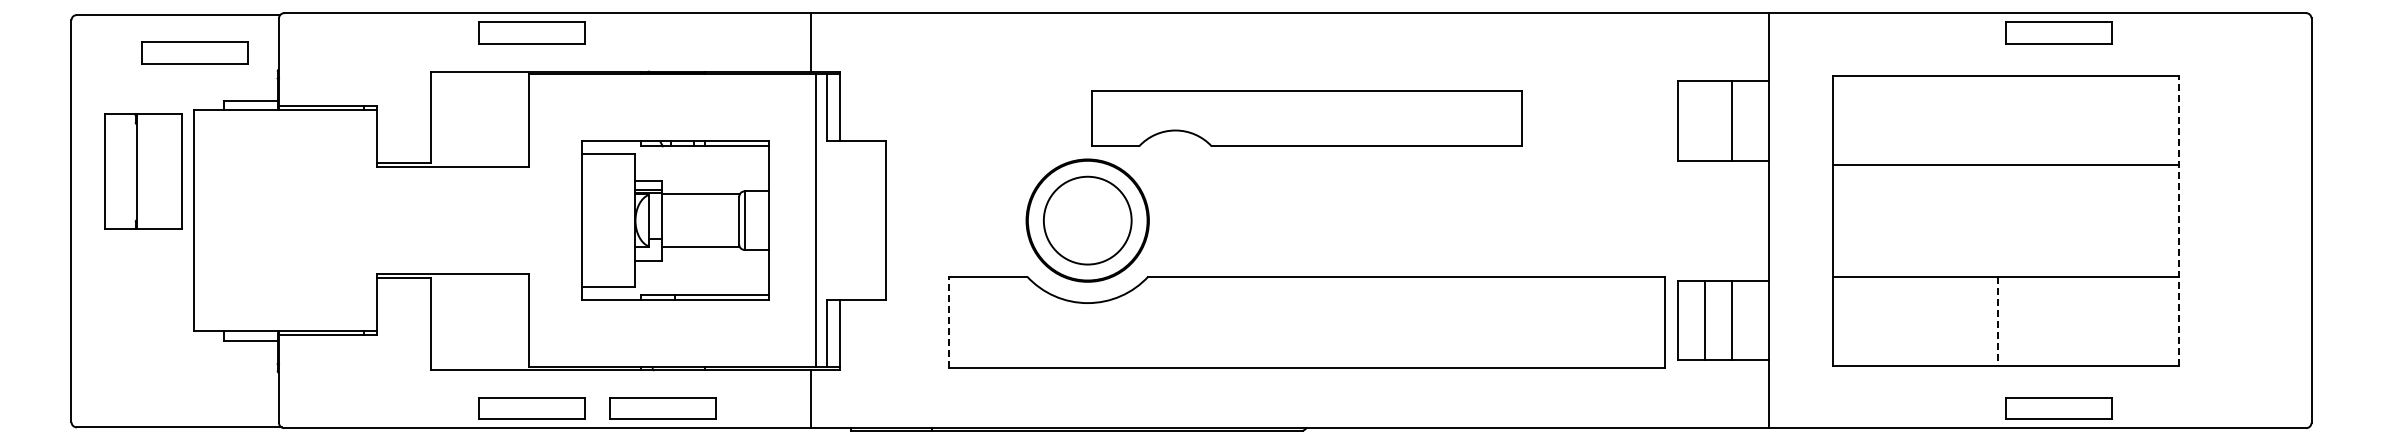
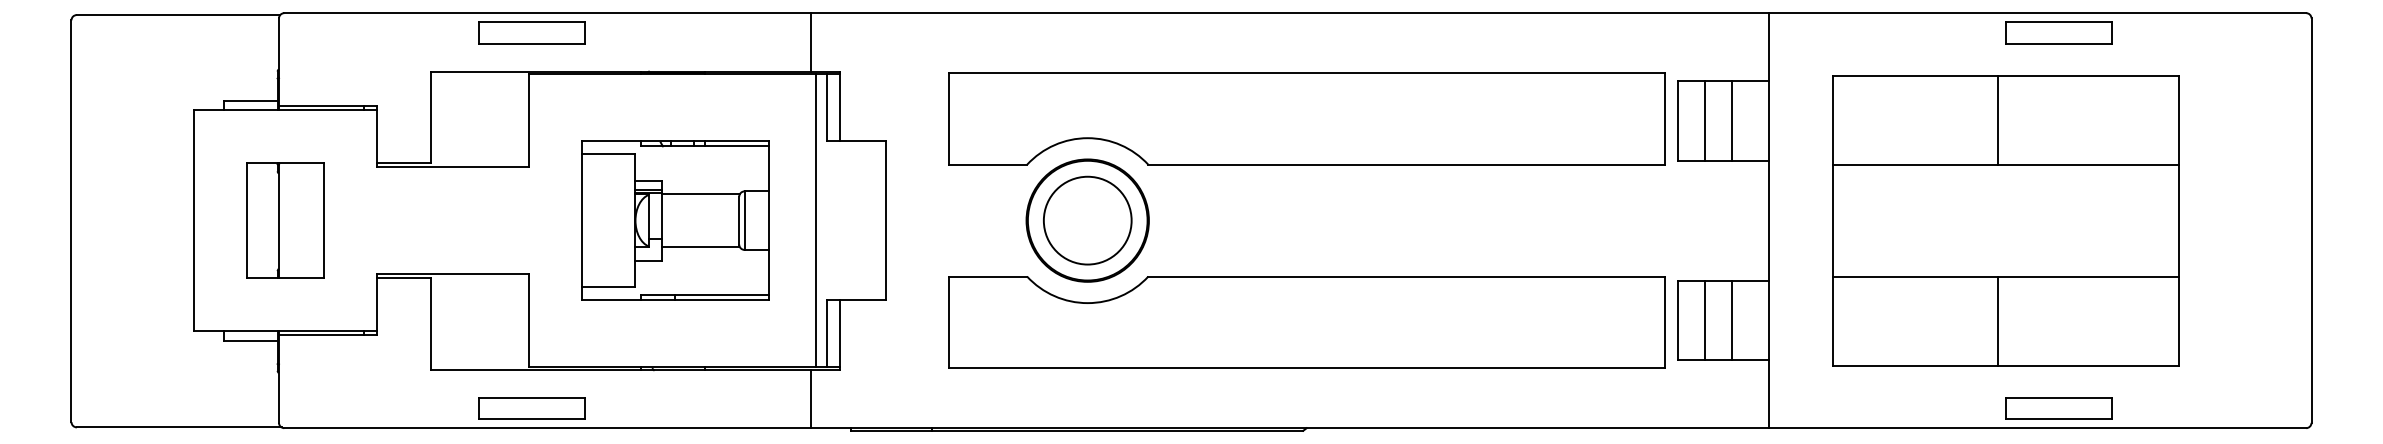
part at (194, 52): present -> none
part at (1306, 118) size: 432x57 px -> 718x94 px
line at (1997, 119): none -> present
line at (1704, 120): none -> present
part at (143, 171) position: (143, 171) -> (285, 220)
line at (2178, 220): dashed -> solid
line at (1997, 321): dashed -> solid
line at (949, 322): dashed -> solid
part at (662, 408): present -> none
